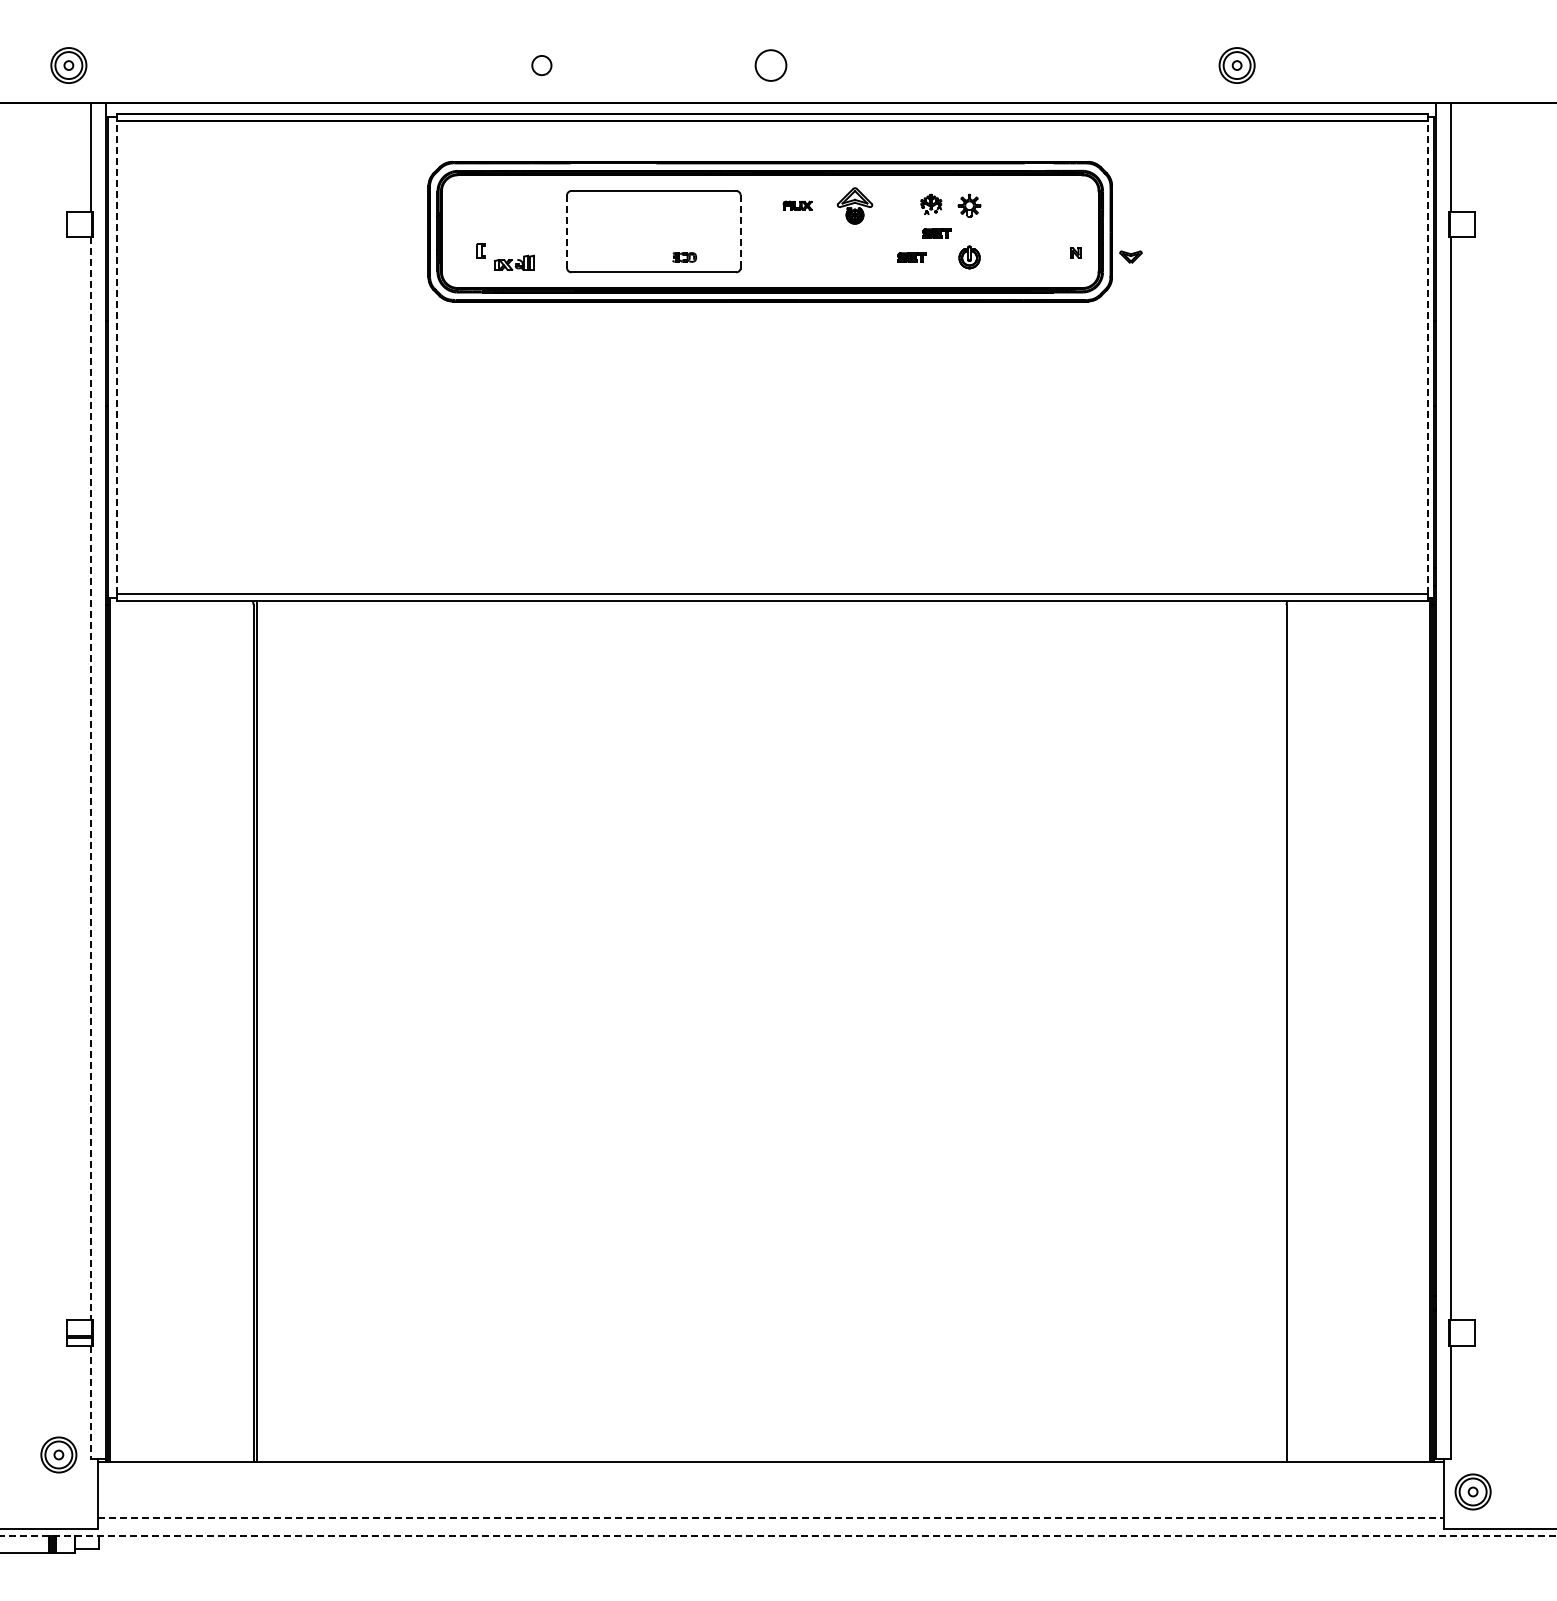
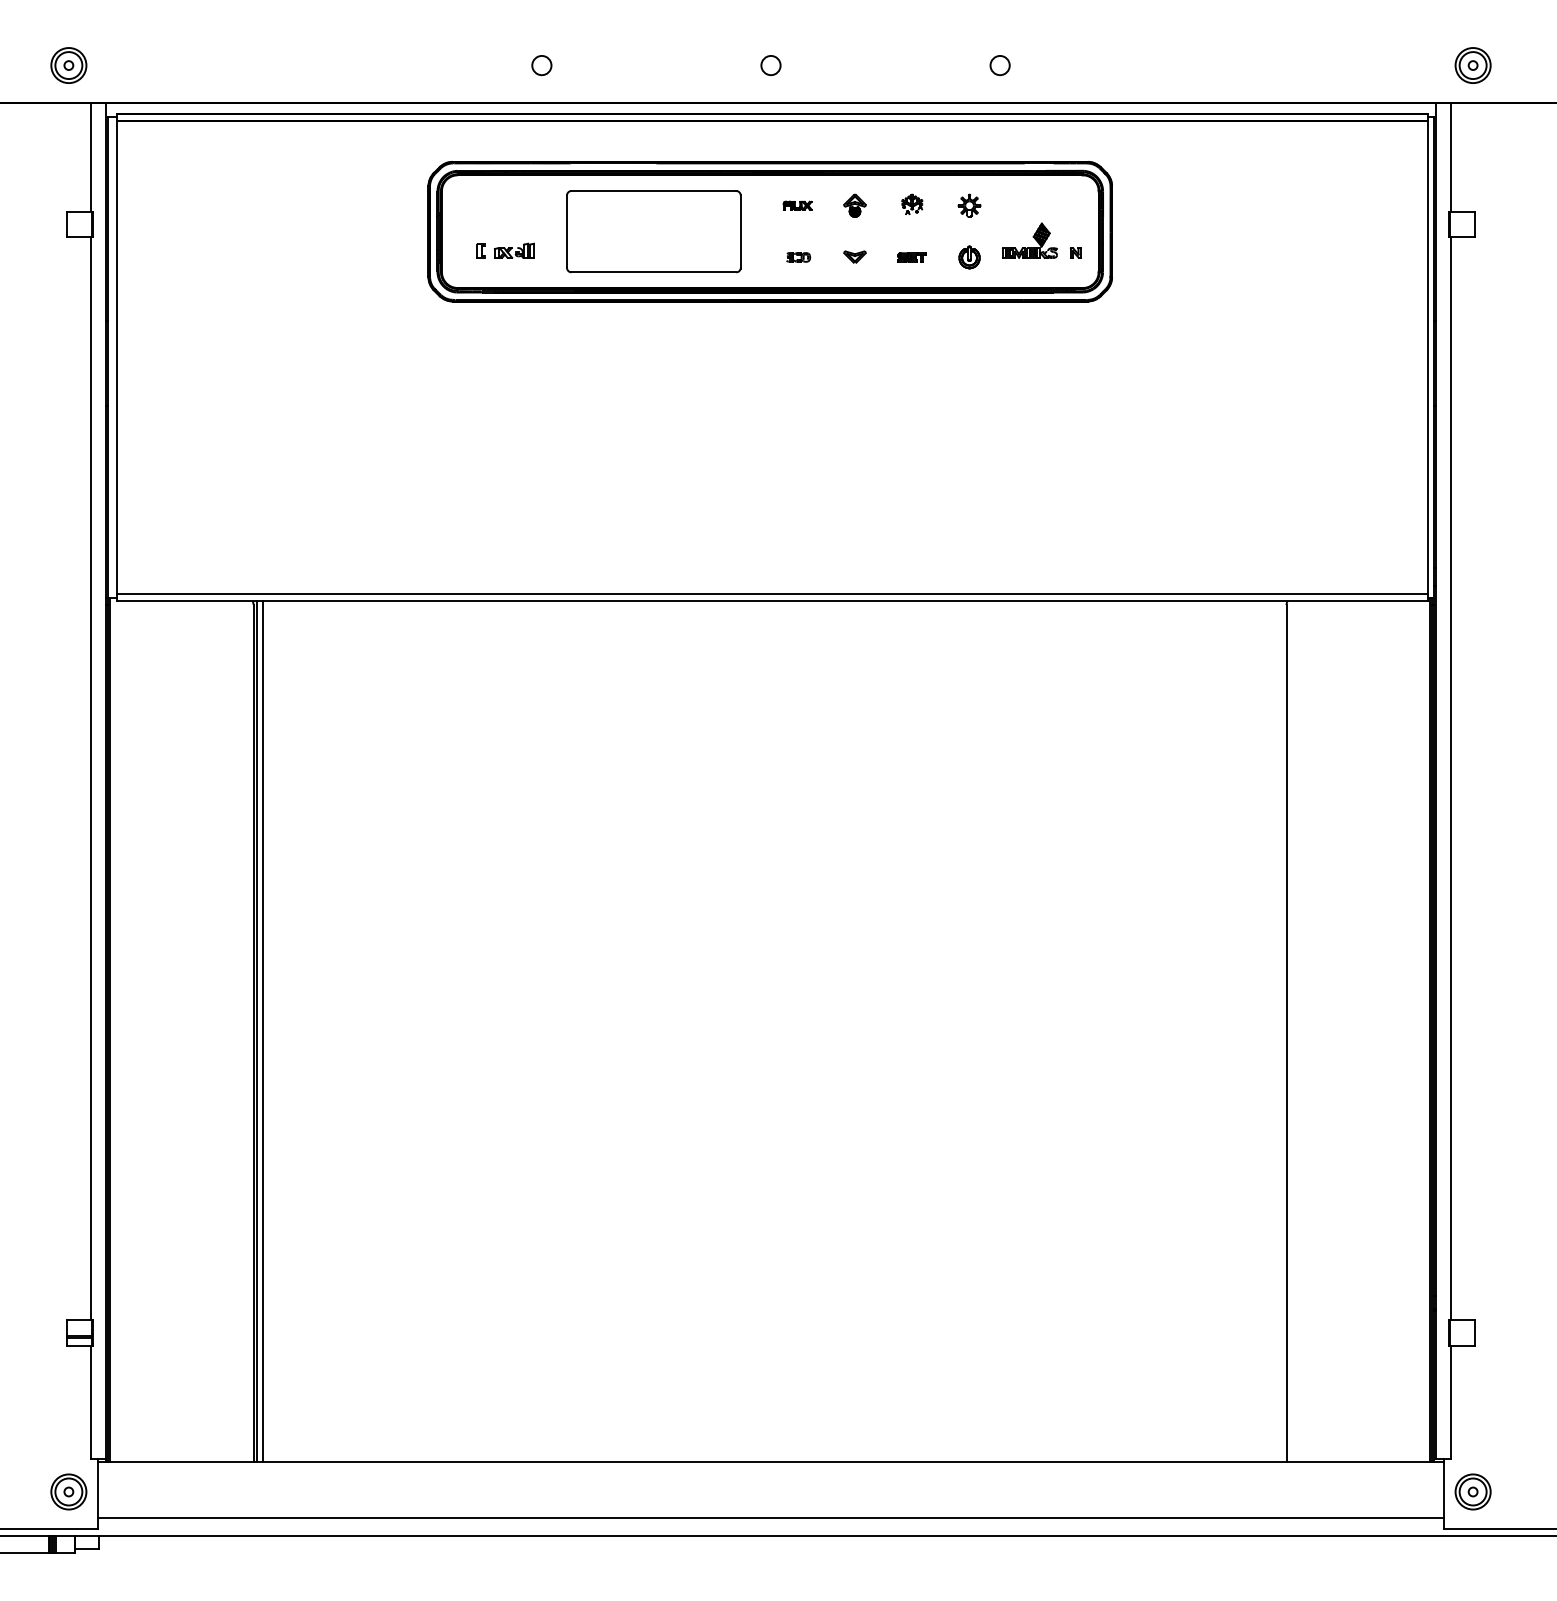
circle at (770, 65) diameter: 31 px -> 19 px
circle at (999, 65): none -> present
part at (1236, 65) position: (1236, 65) -> (1472, 65)
part at (931, 203) position: (931, 203) -> (912, 203)
part at (854, 205) size: 38x38 px -> 24x25 px
line at (567, 231): dashed -> solid
line at (740, 231): dashed -> solid
part at (936, 233): present -> none
part at (1029, 240): none -> present
part at (1130, 256) position: (1130, 256) -> (854, 256)
part at (684, 257) position: (684, 257) -> (798, 257)
part at (514, 262) position: (514, 262) -> (514, 250)
line at (117, 357): dashed -> solid
line at (1428, 357): dashed -> solid
line at (91, 779): dashed -> solid
line at (262, 1031): none -> present
line at (91, 1402): dashed -> solid
part at (58, 1454) position: (58, 1454) -> (68, 1491)
line at (771, 1517): dashed -> solid
line at (778, 1536): dashed -> solid
